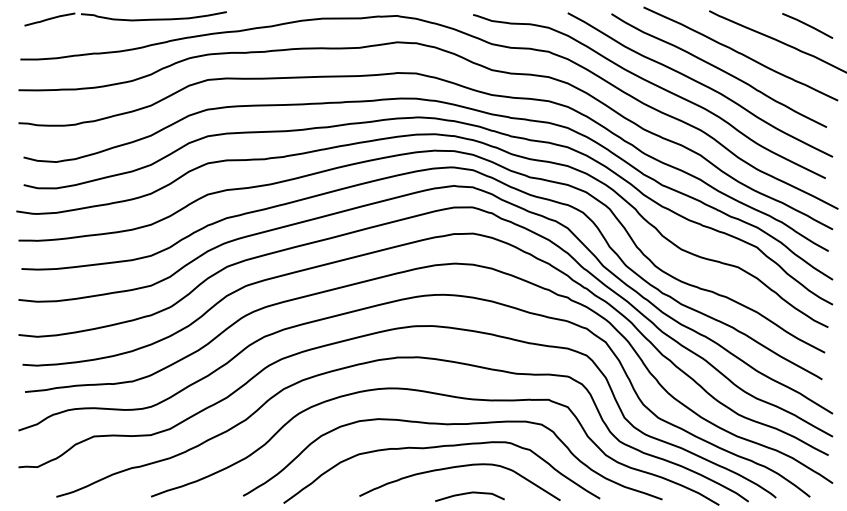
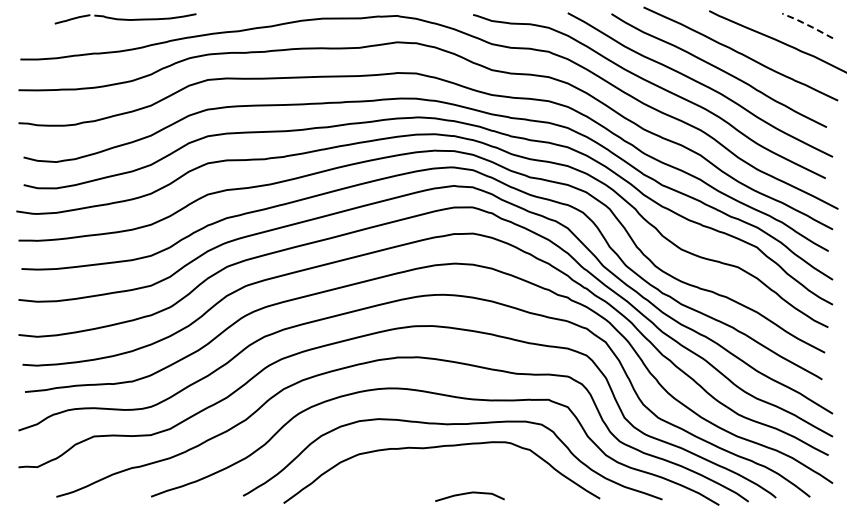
part at (125, 18) size: 203x16 px -> 143x12 px
line at (808, 25): solid -> dashed
curve at (459, 467): present -> none
